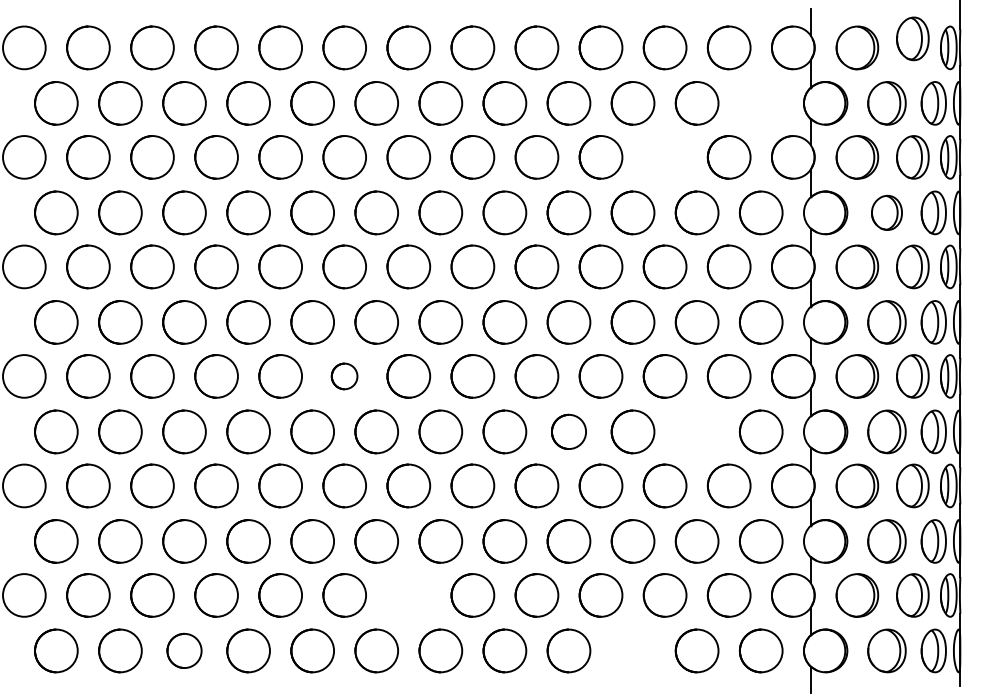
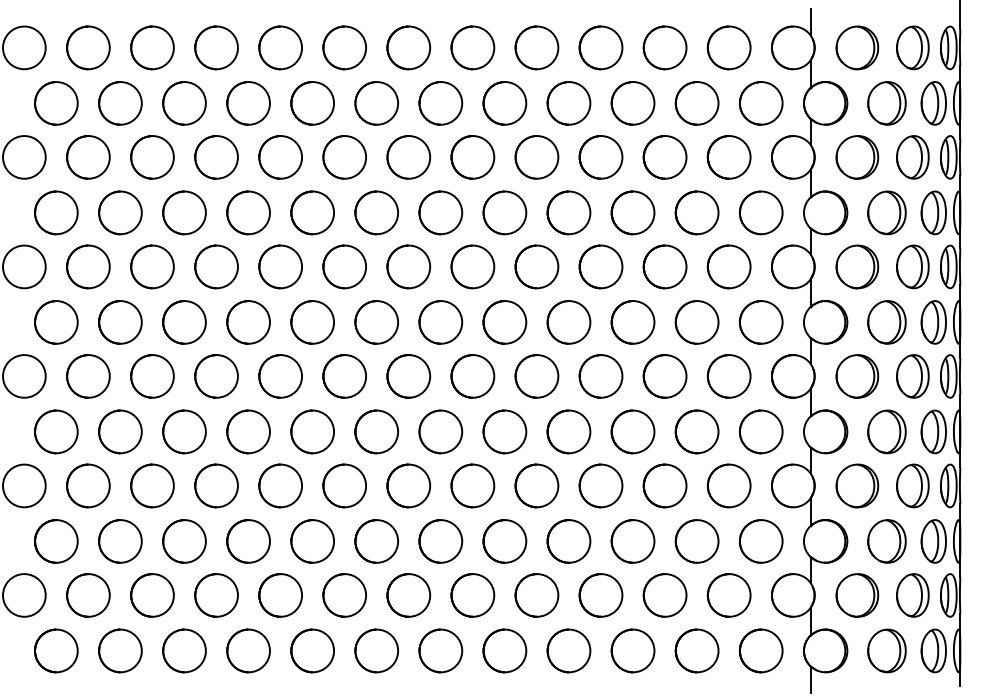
part at (912, 38) position: (912, 38) -> (912, 47)
circle at (761, 103): none -> present
part at (664, 157): none -> present
part at (886, 212) size: 32x37 px -> 40x46 px
circle at (344, 376) size: 29x29 px -> 45x45 px
part at (568, 431) size: 36x37 px -> 46x46 px
part at (696, 431): none -> present
part at (408, 595): none -> present
part at (184, 650) size: 37x37 px -> 45x46 px
part at (632, 650): none -> present
